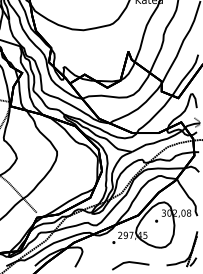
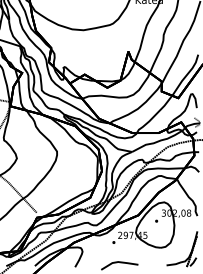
line at (130, 263) position: (130, 263) -> (119, 263)
